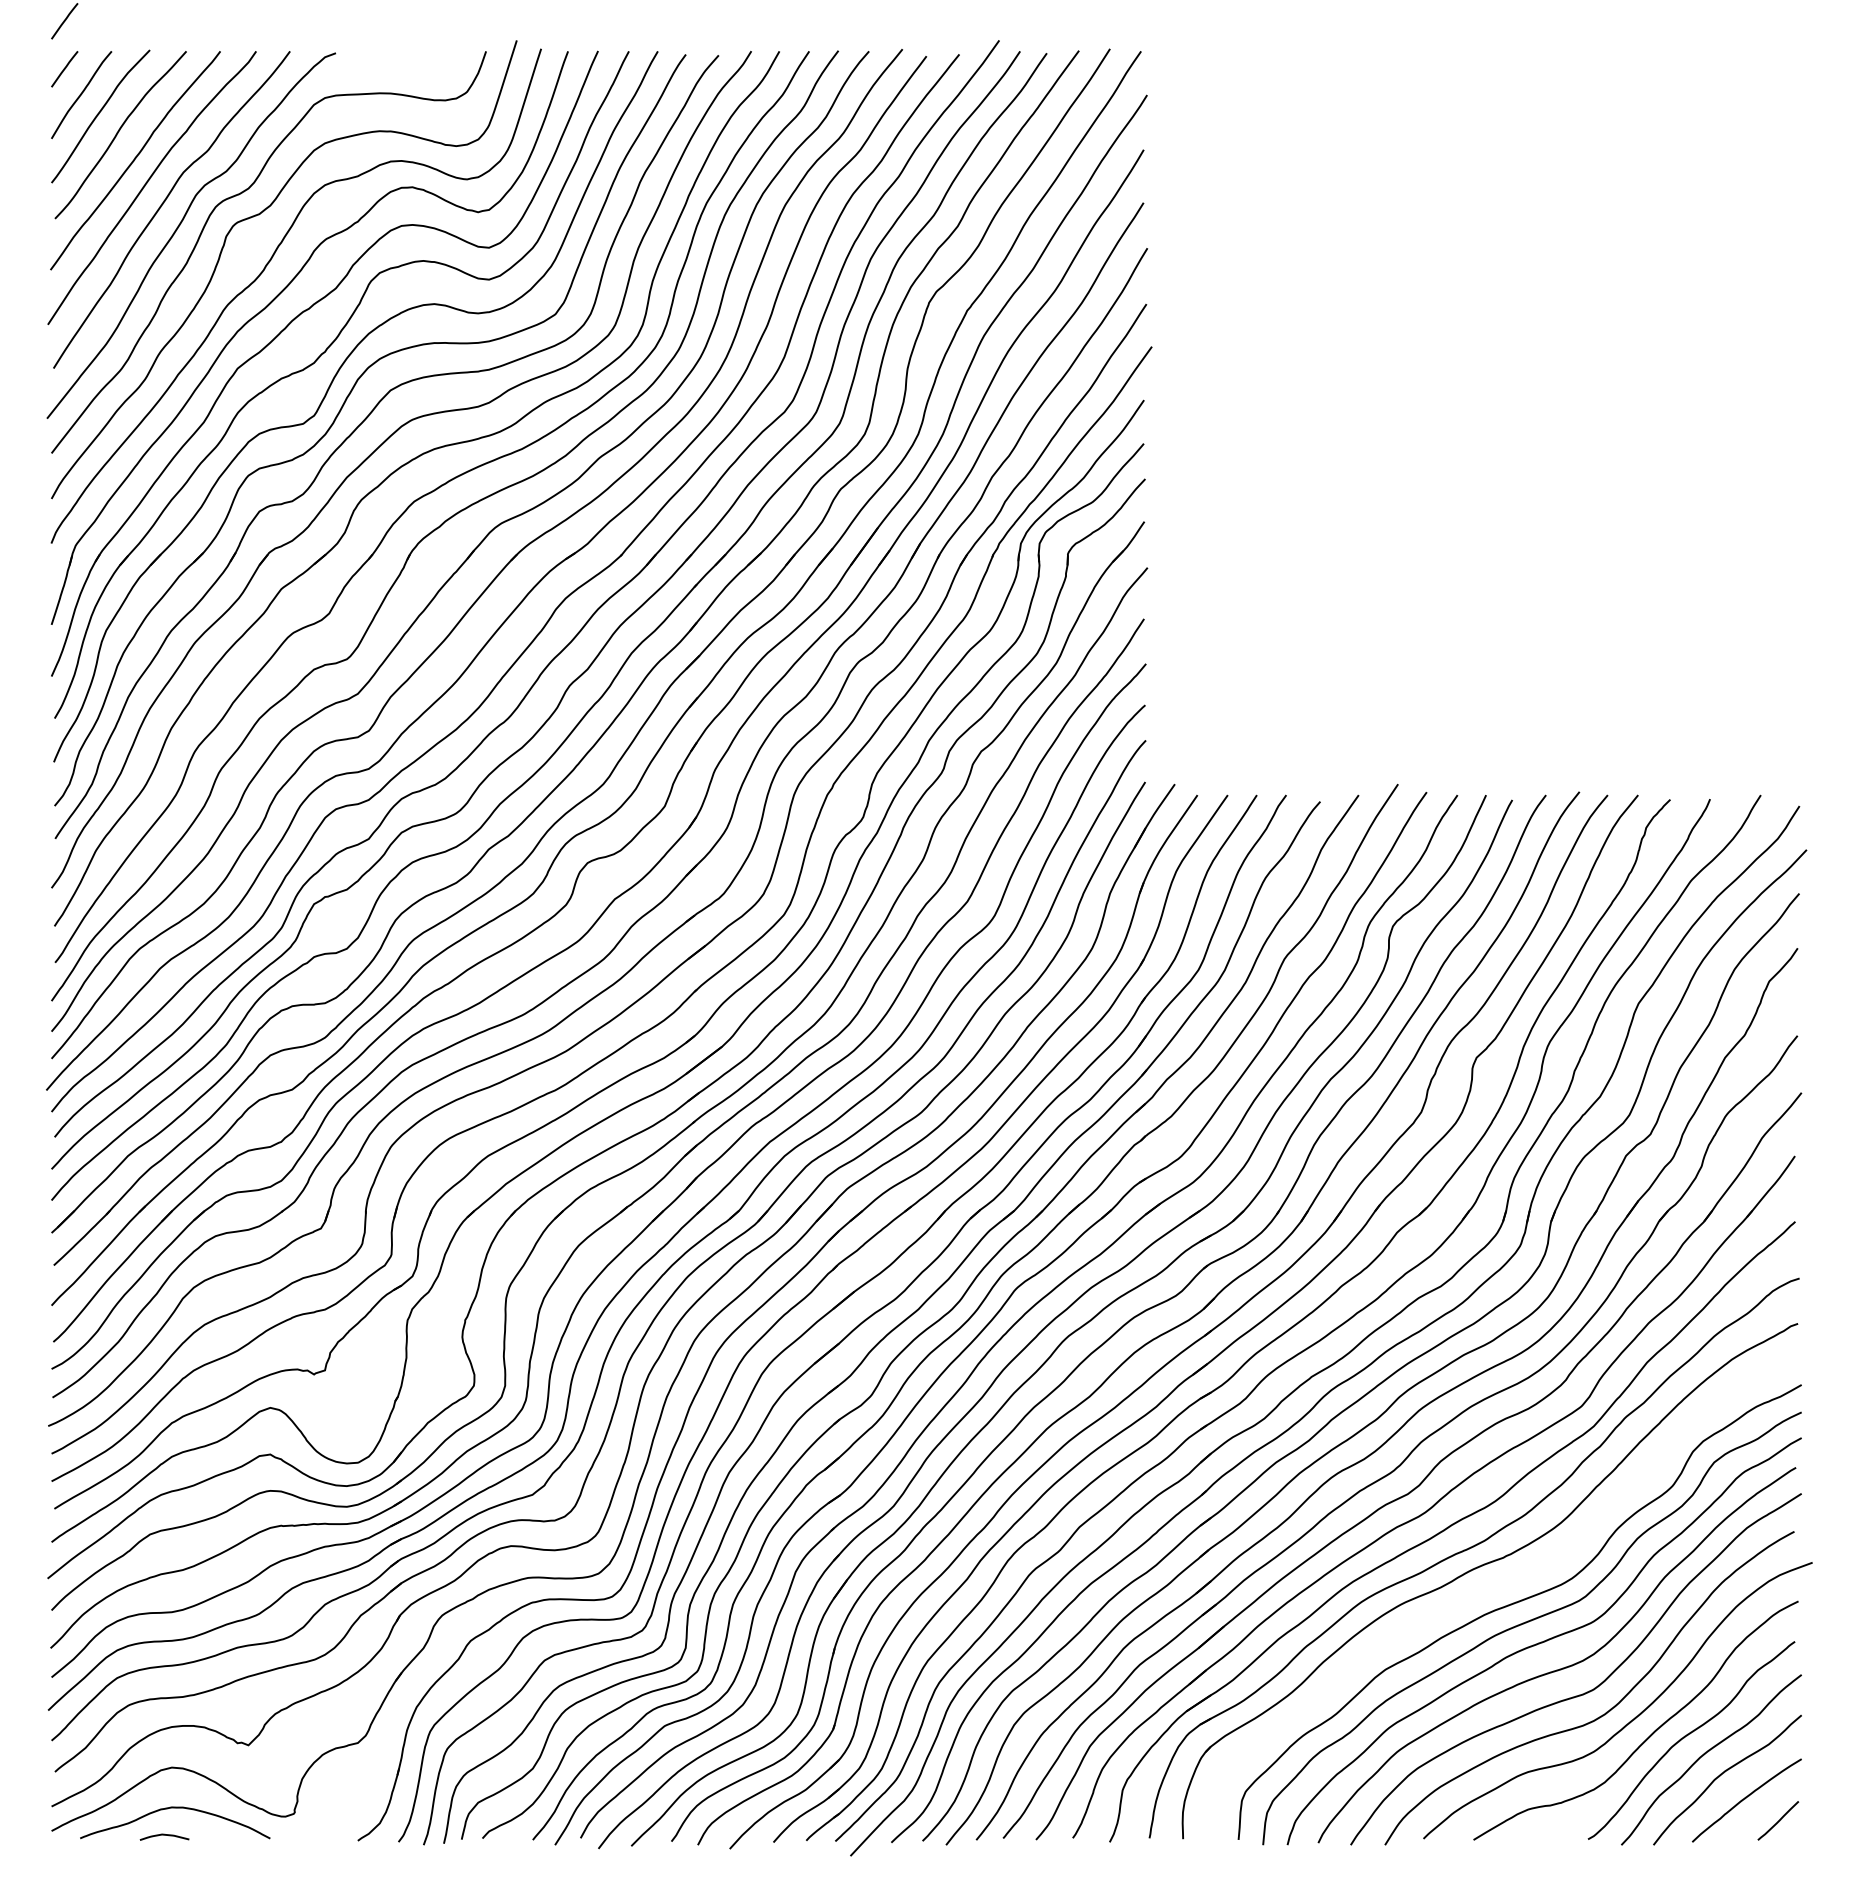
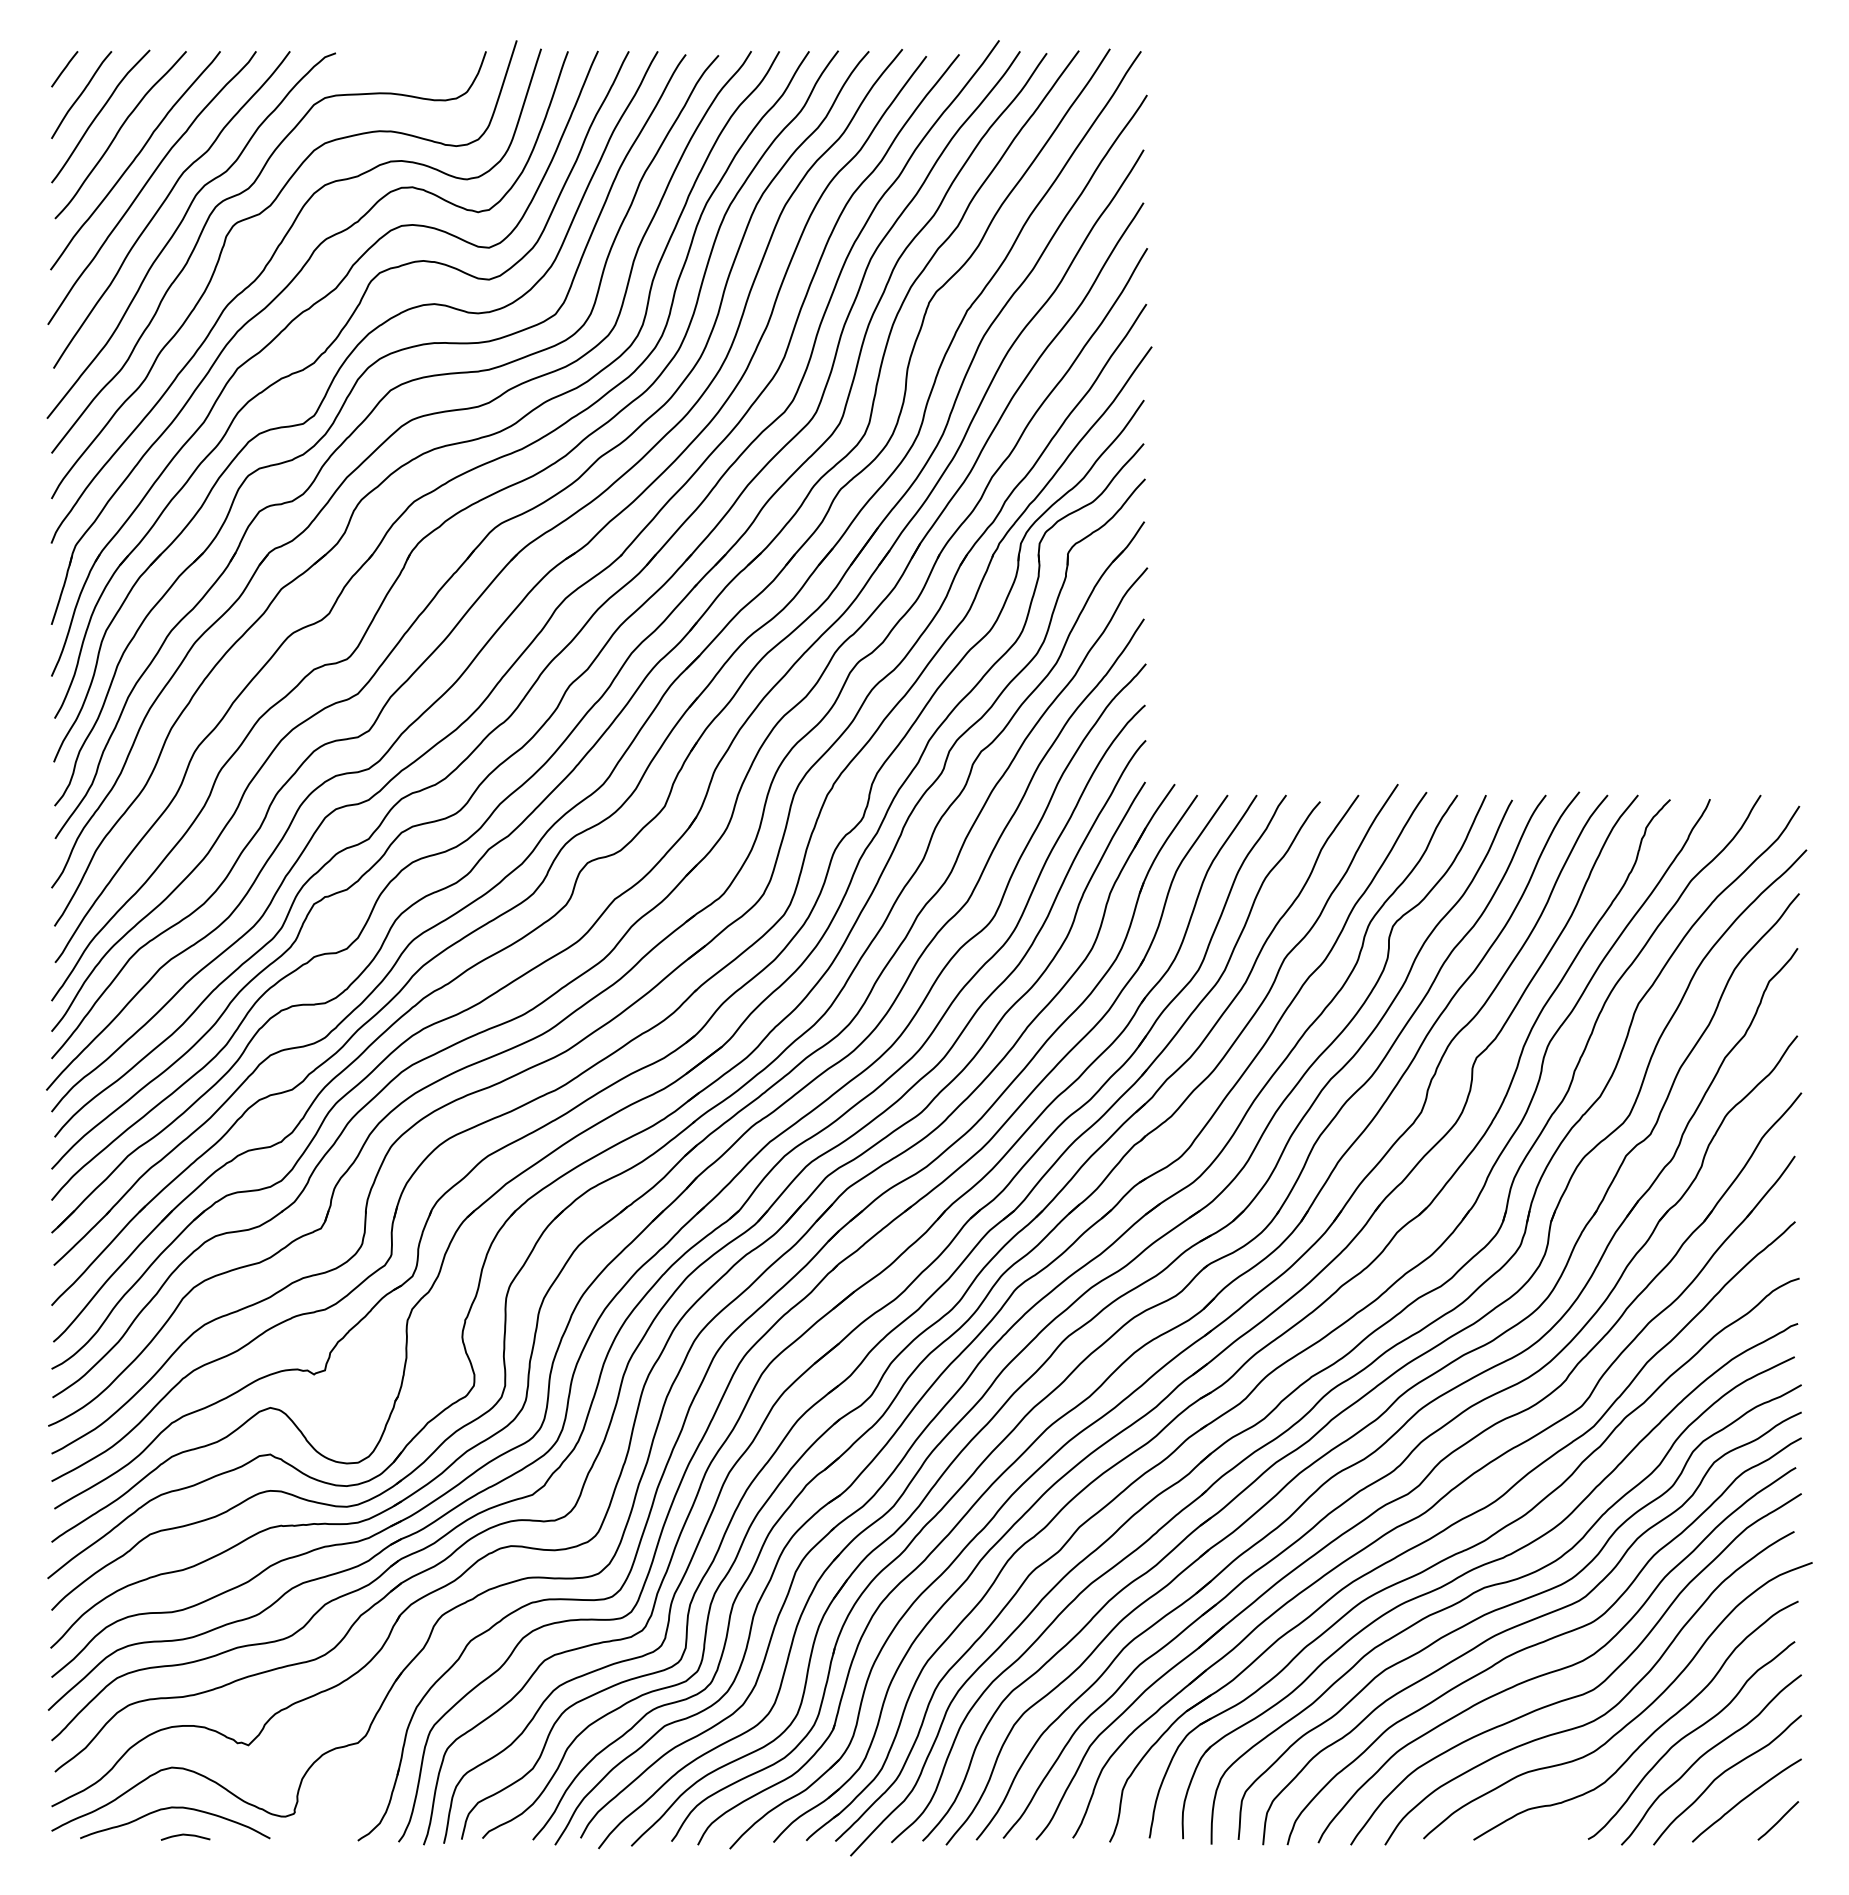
line at (64, 21): present -> none
curve at (1497, 1585): none -> present
curve at (164, 1835) position: (164, 1835) -> (185, 1835)
